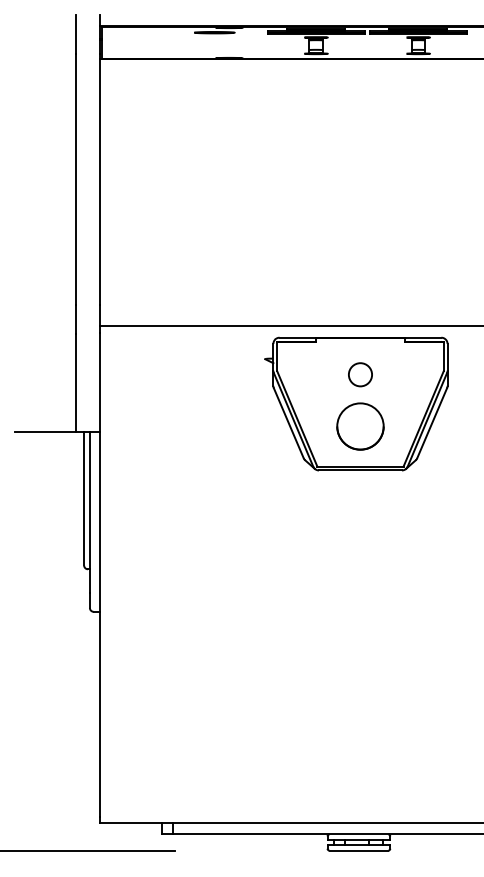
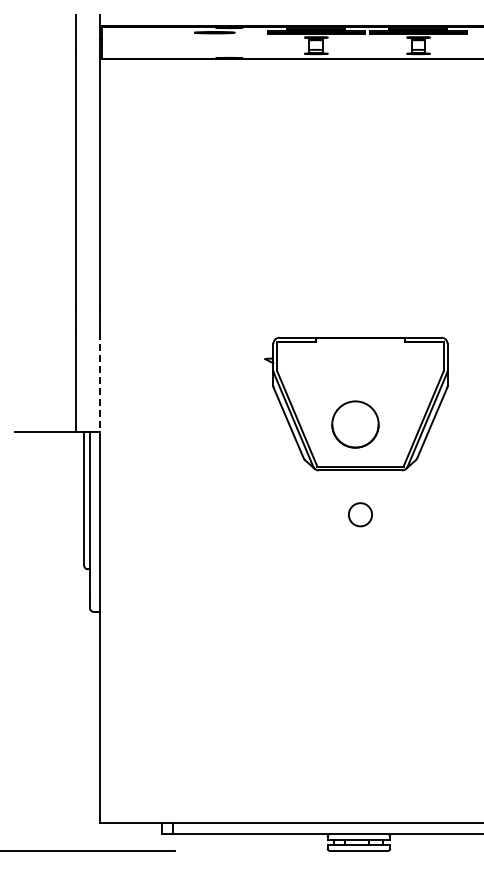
line at (289, 325): present -> none
part at (360, 374) position: (360, 374) -> (360, 514)
line at (99, 383): solid -> dashed
part at (360, 426) position: (360, 426) -> (355, 424)
